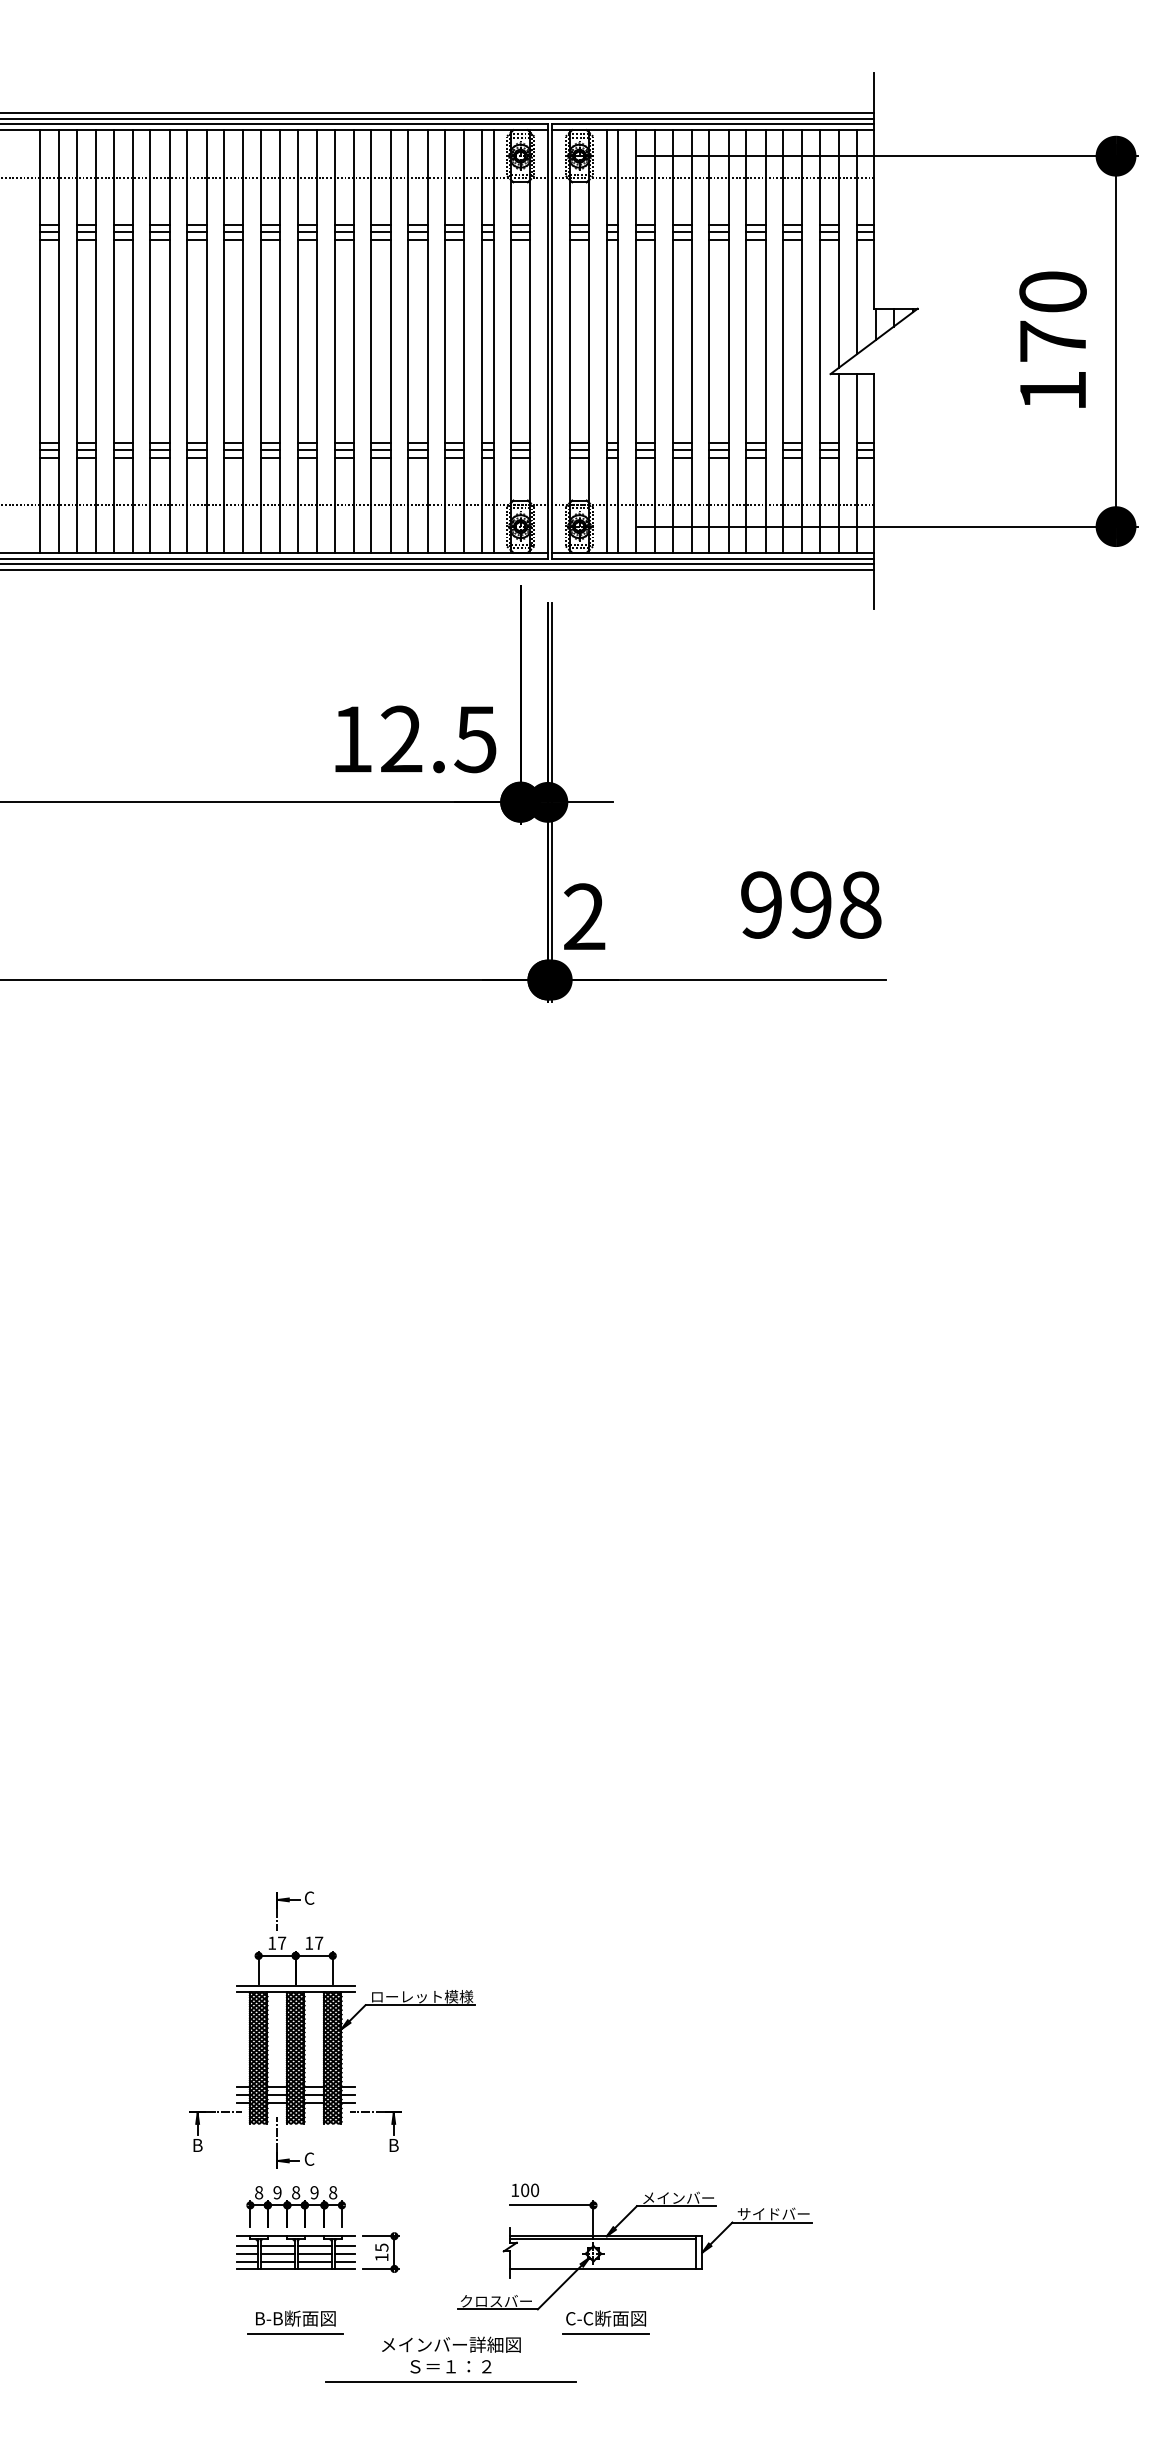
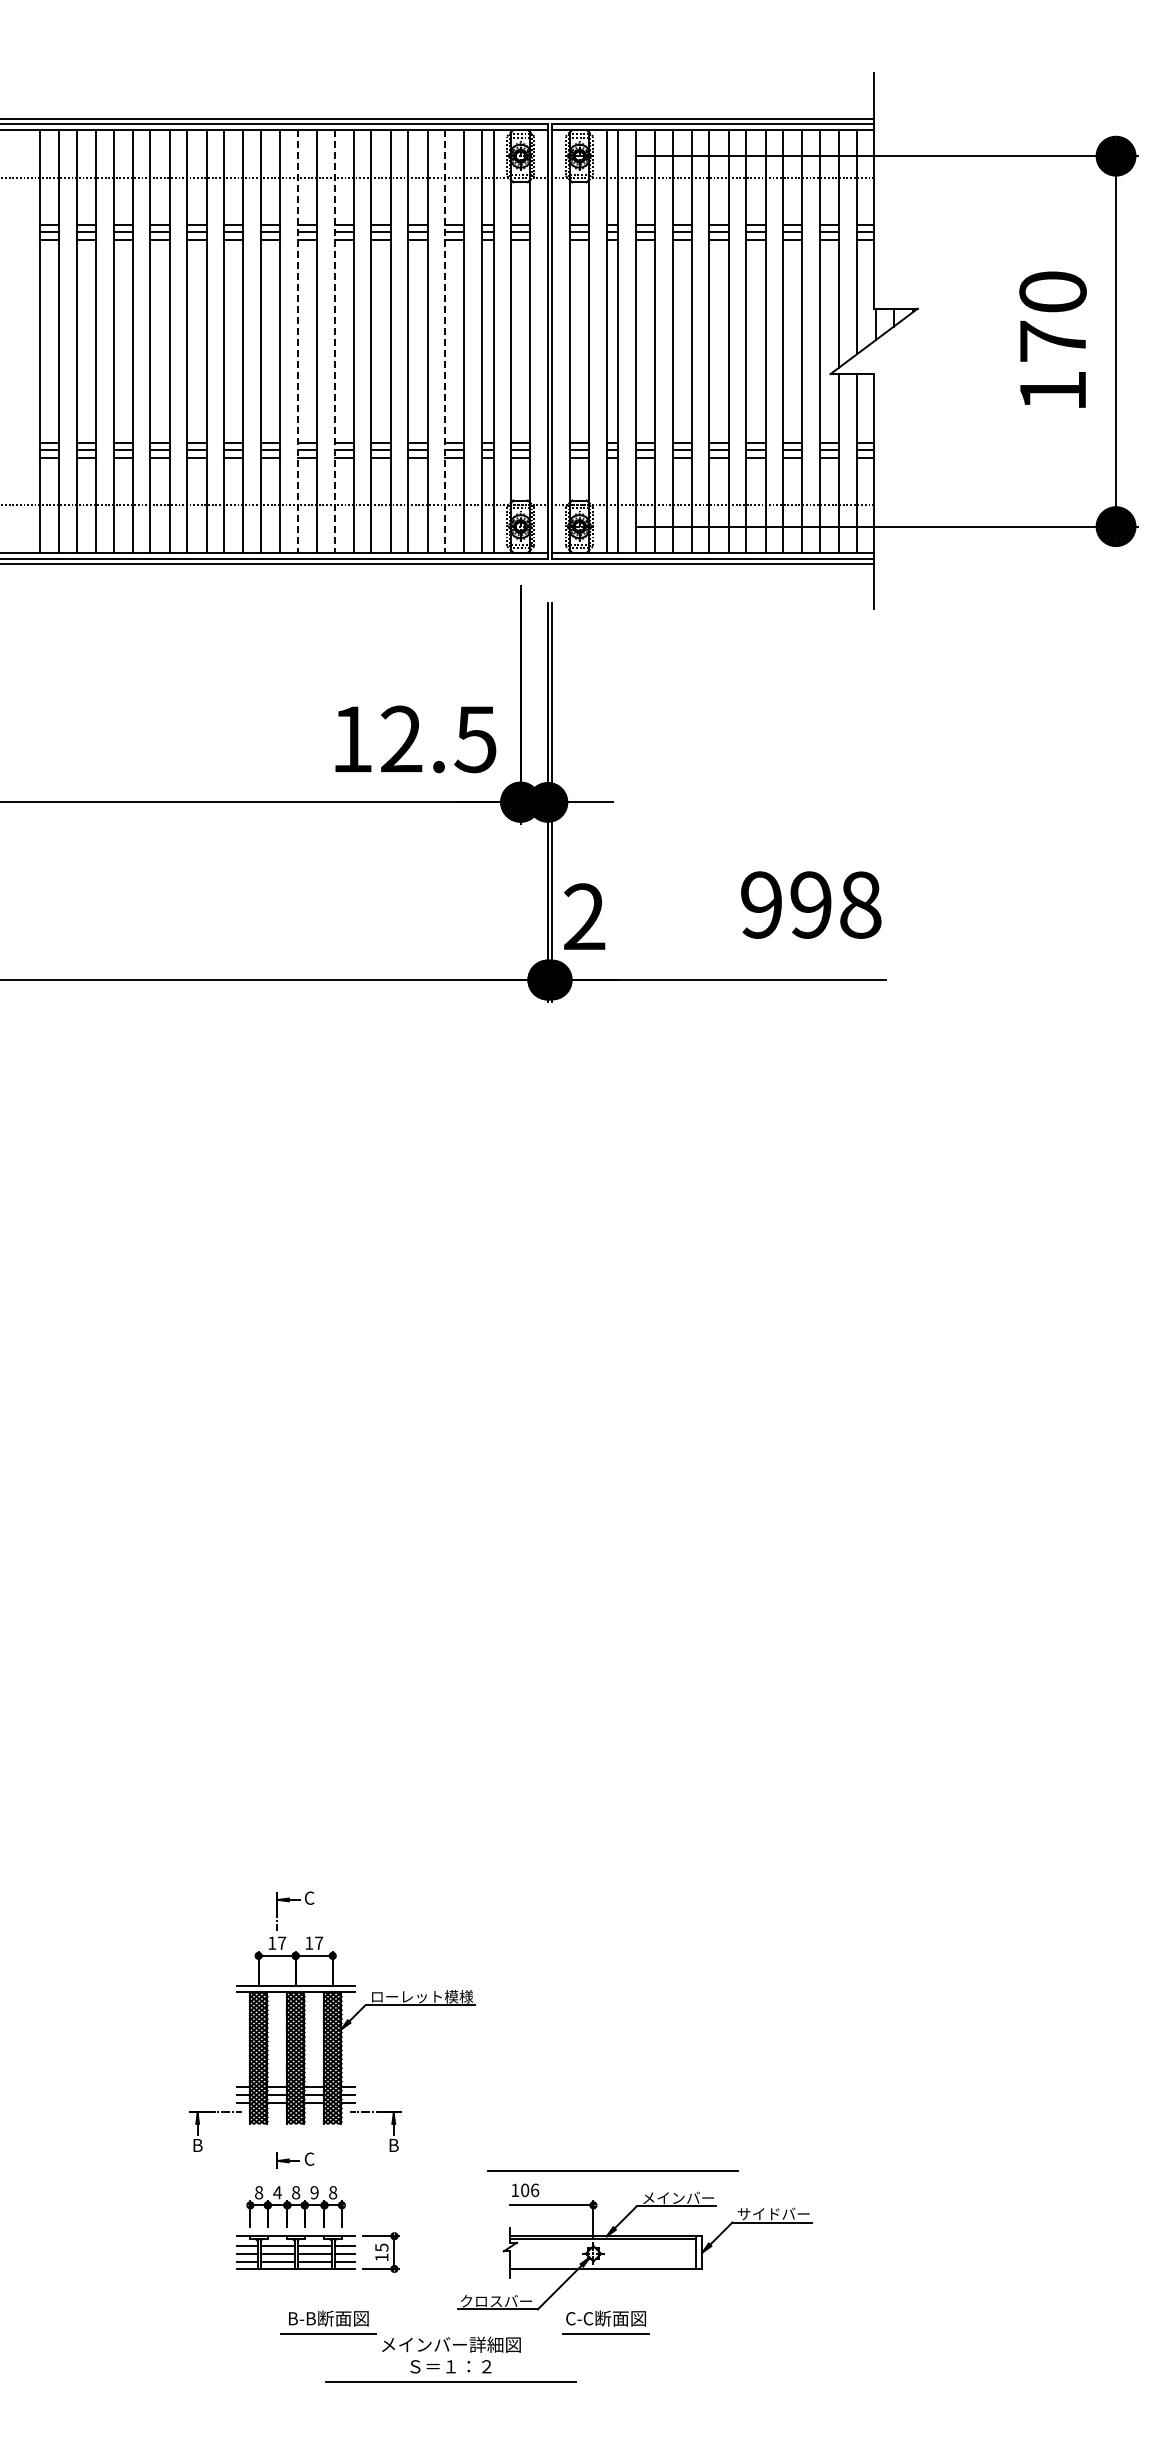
line at (438, 112): present -> none
line at (297, 341): solid -> dashed
line at (334, 341): solid -> dashed
line at (444, 341): solid -> dashed
line at (438, 570): present -> none
line at (277, 2133): present -> none
line at (612, 2170): none -> present
text at (535, 2189): 100 -> 106
text at (277, 2192): 9 -> 4
part at (295, 2322) position: (295, 2322) -> (328, 2322)
